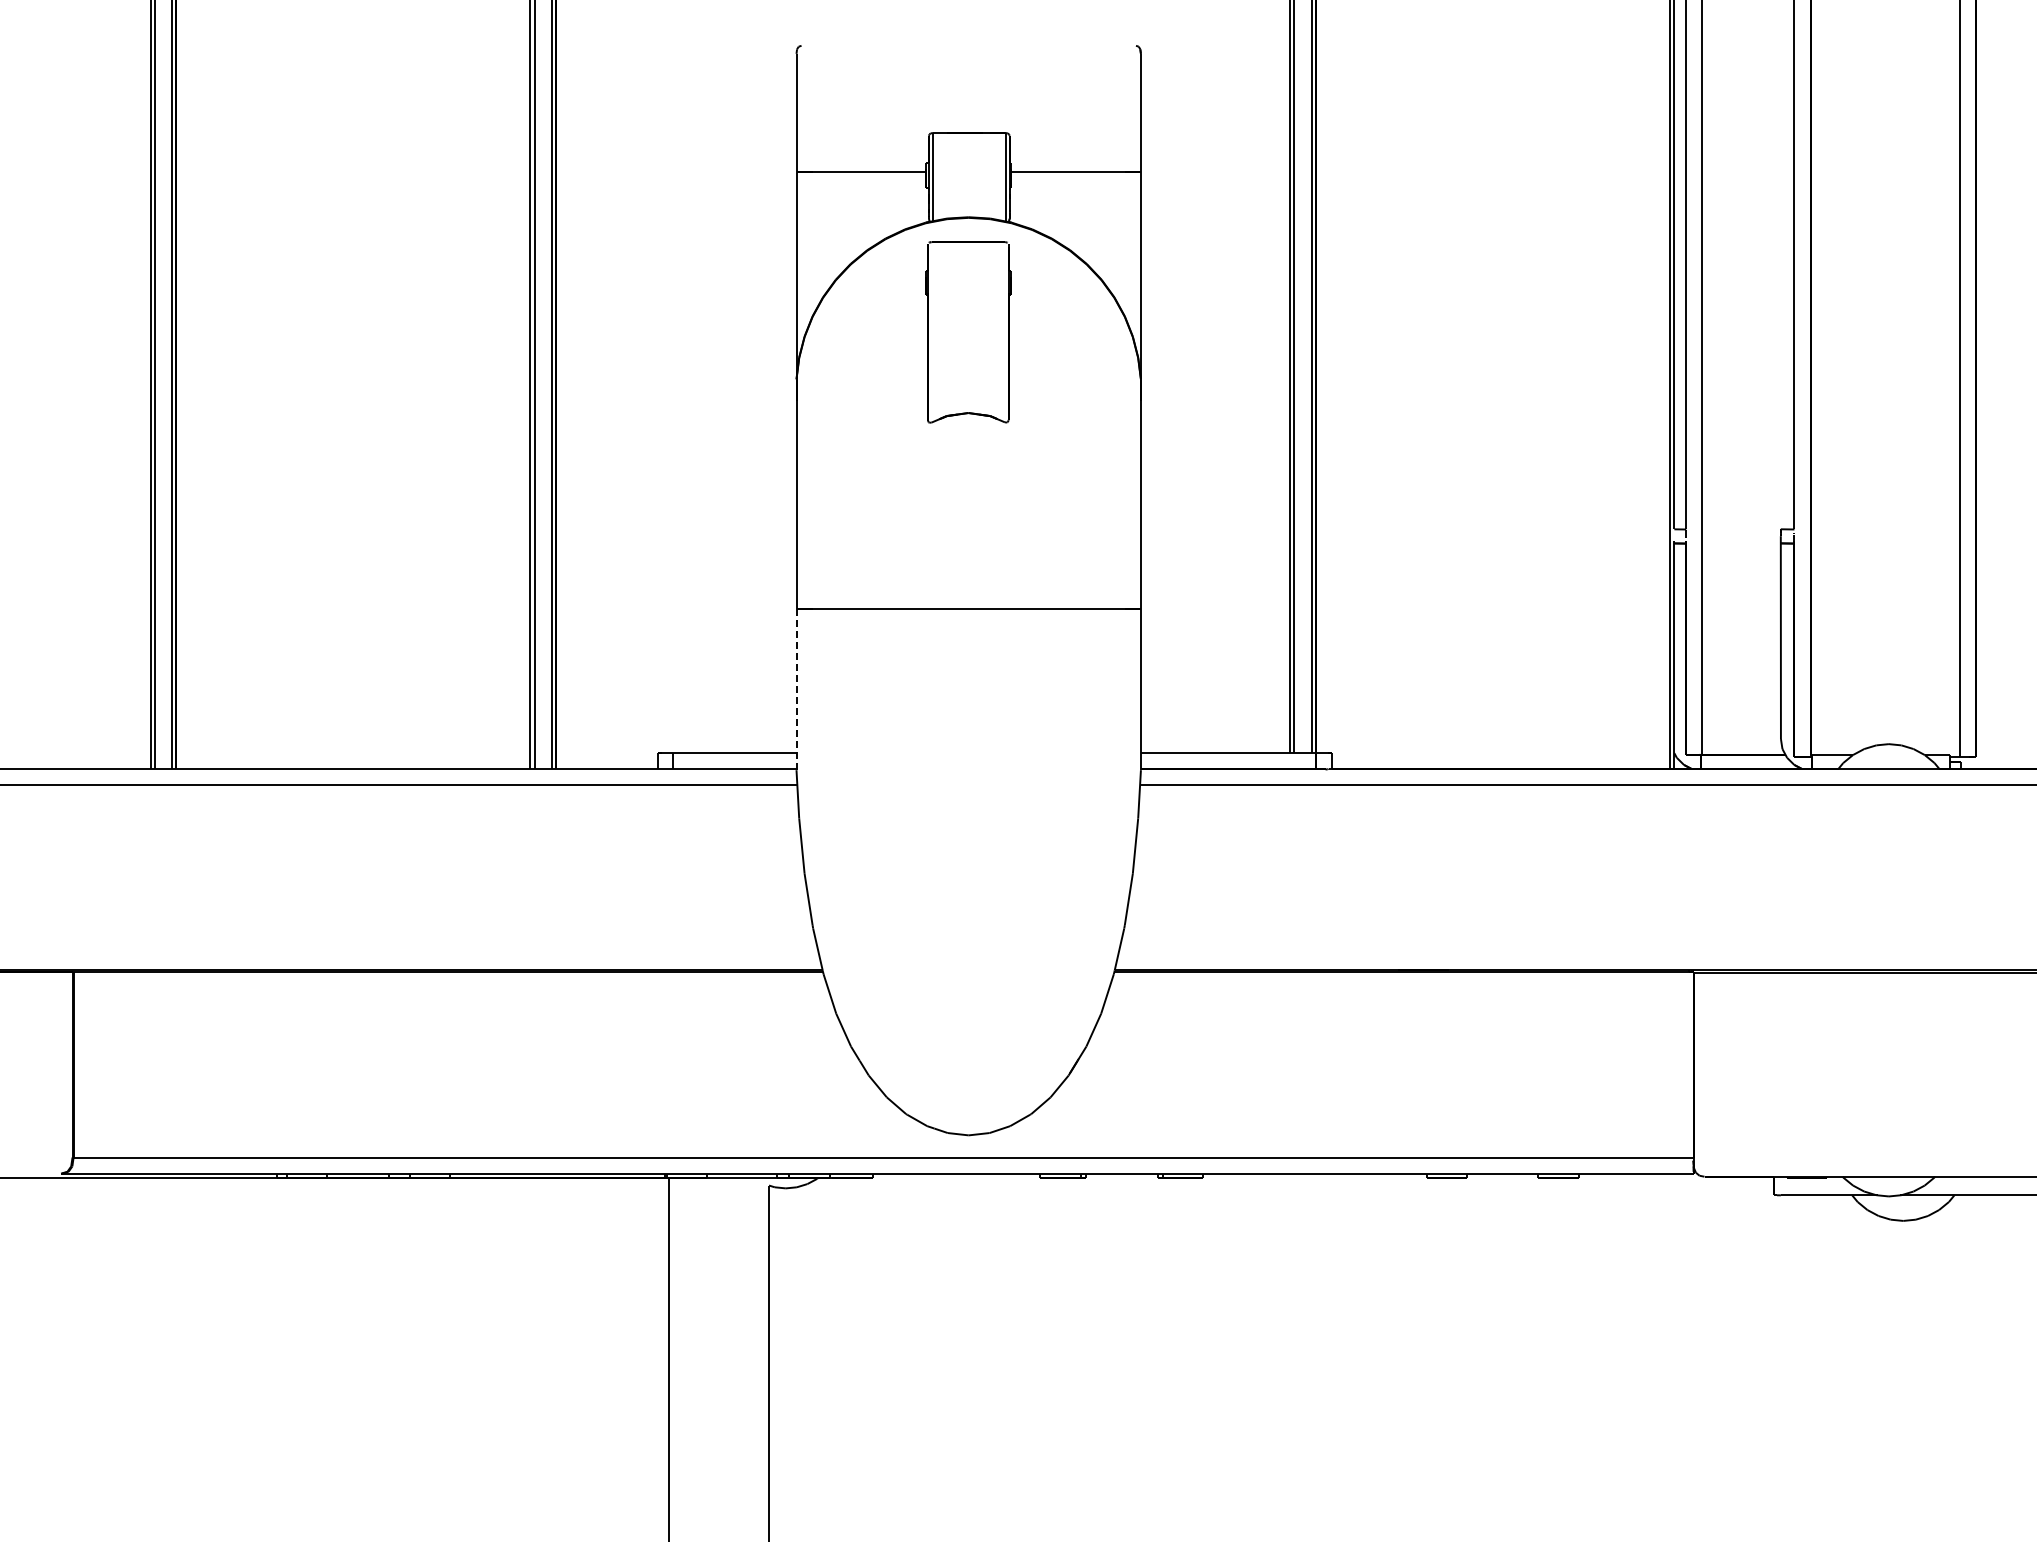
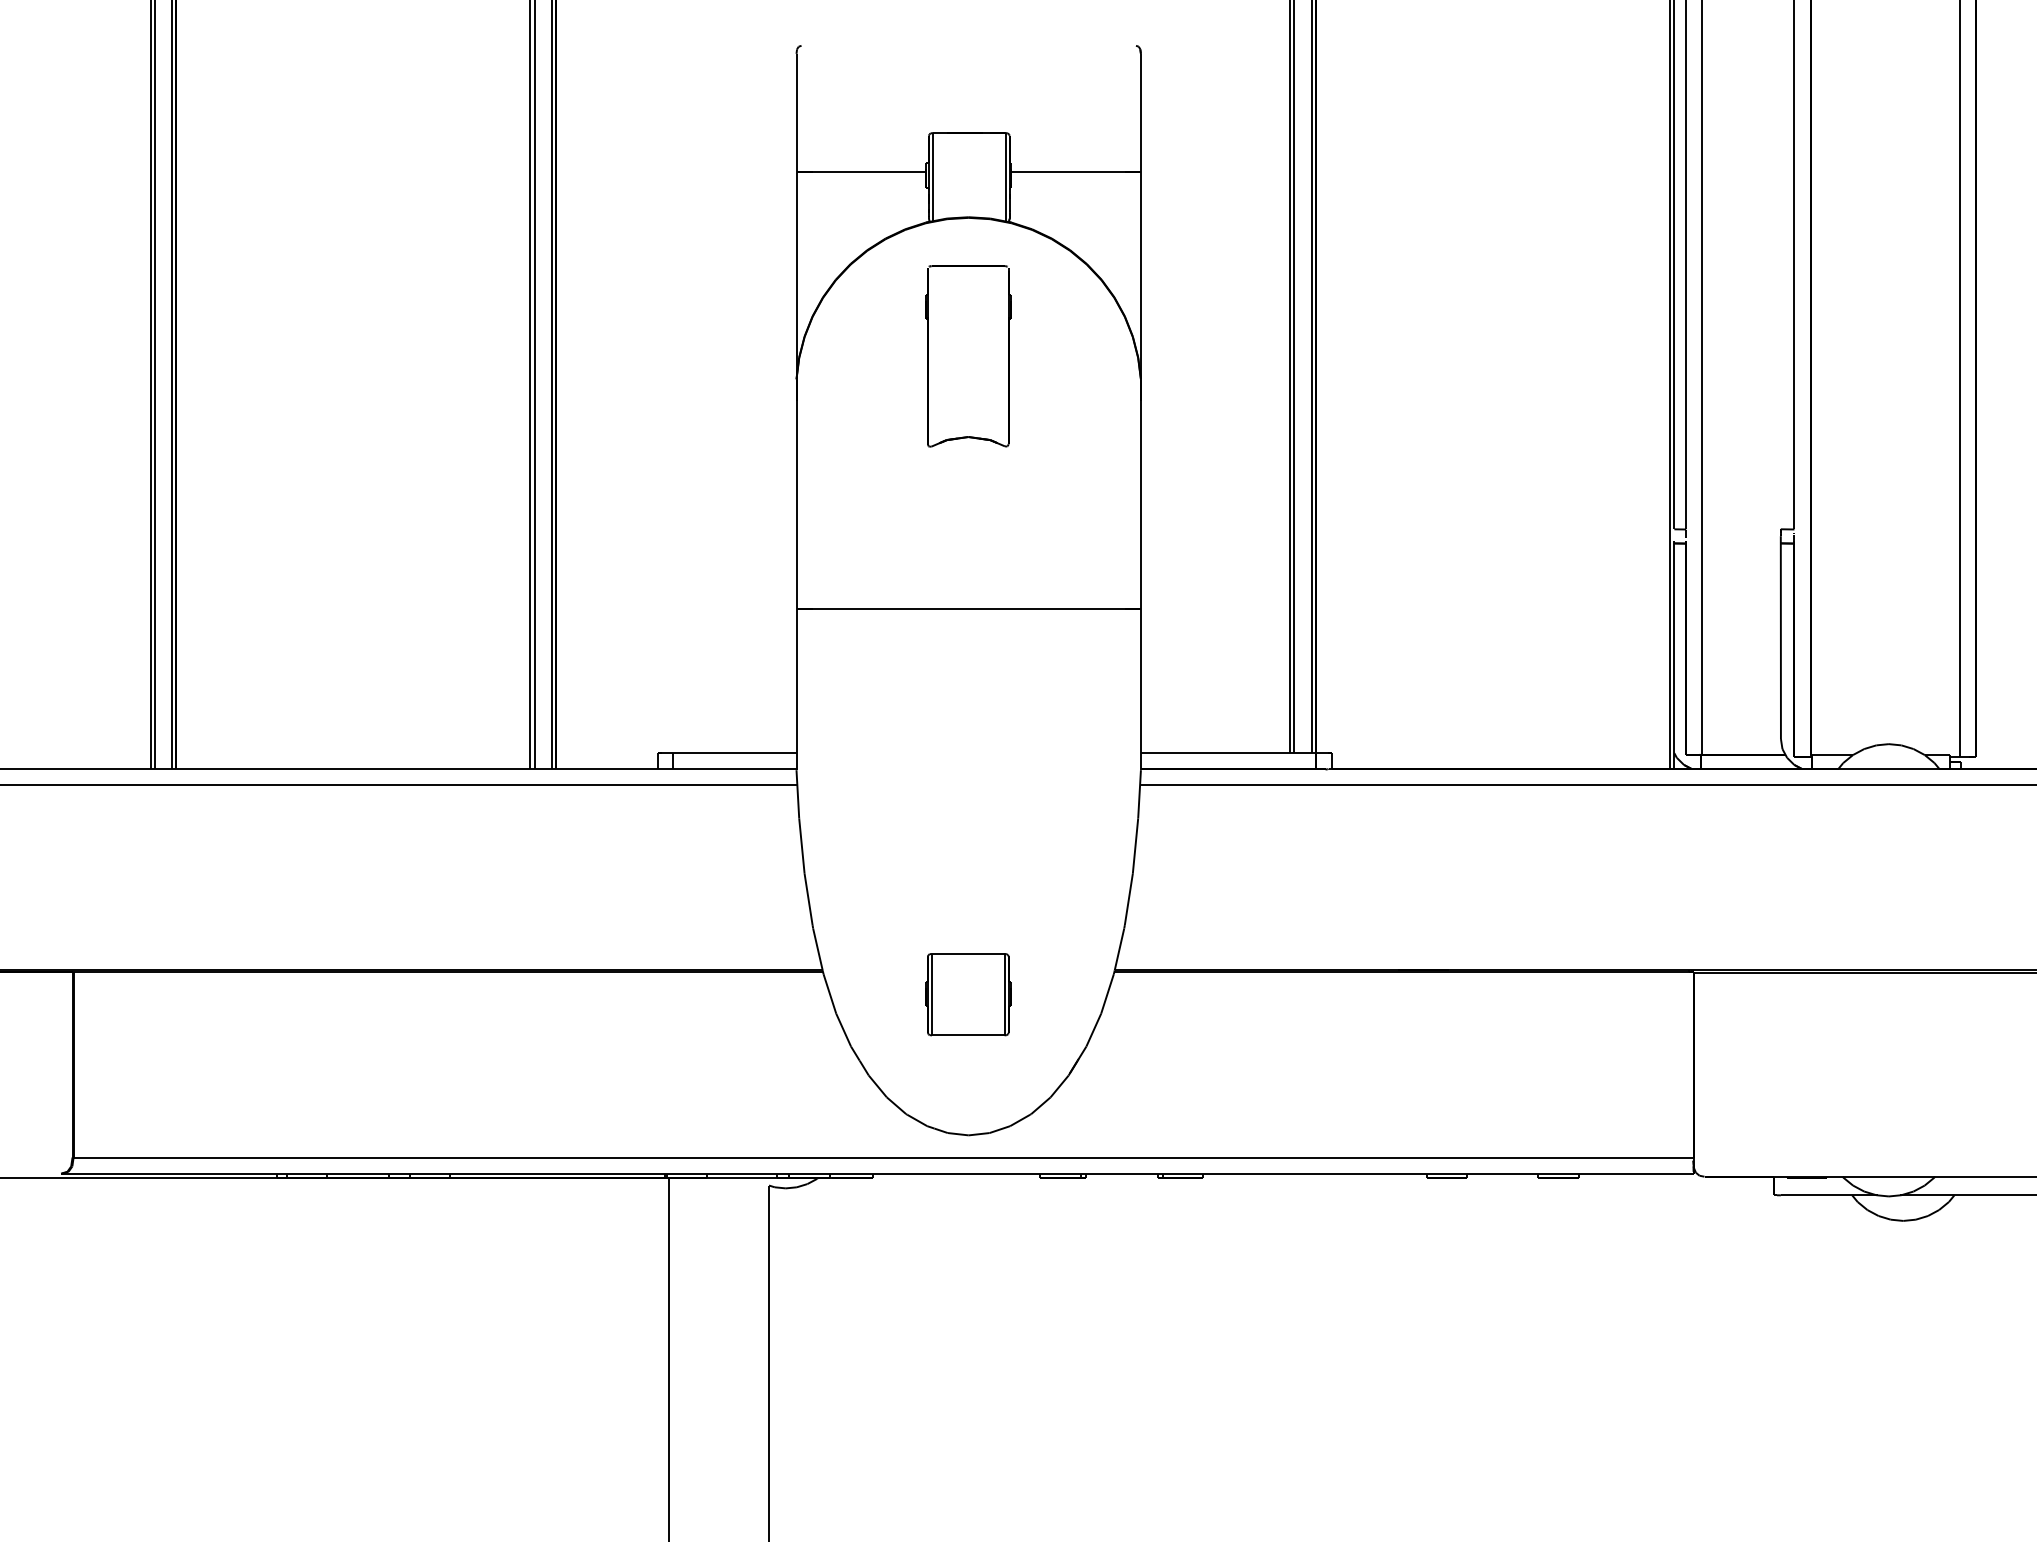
part at (968, 332) position: (968, 332) -> (968, 356)
line at (796, 689): dashed -> solid
part at (968, 994): none -> present
